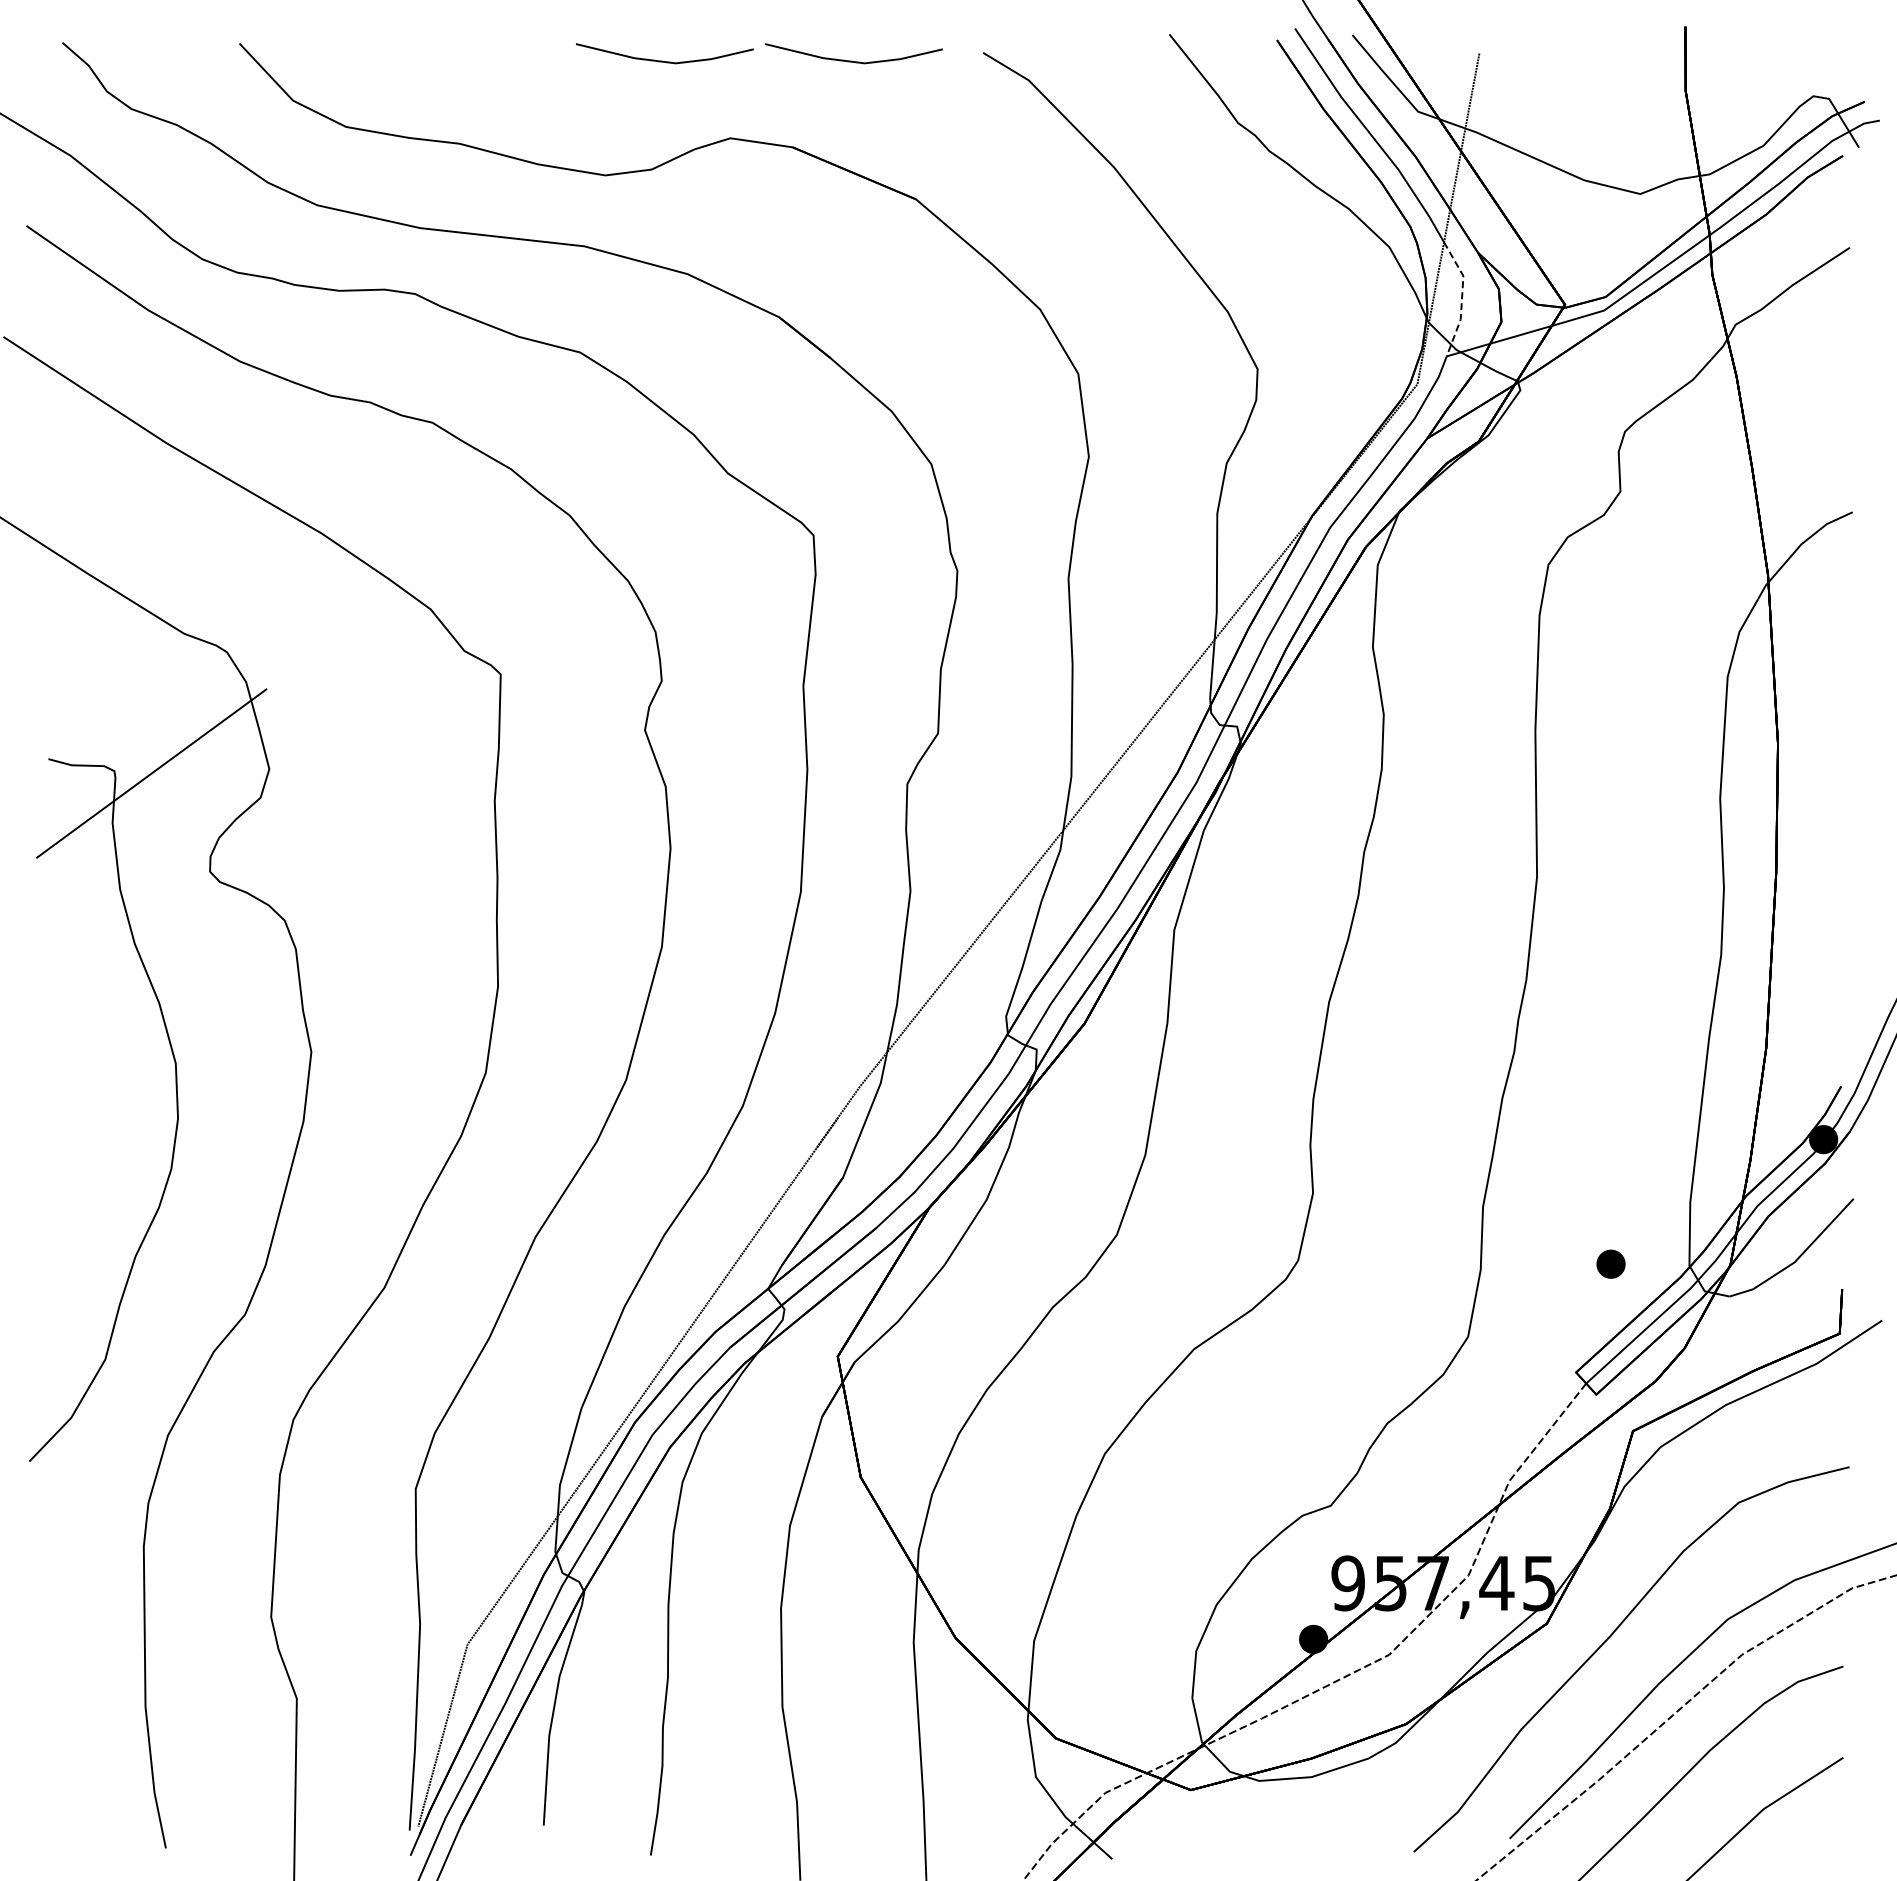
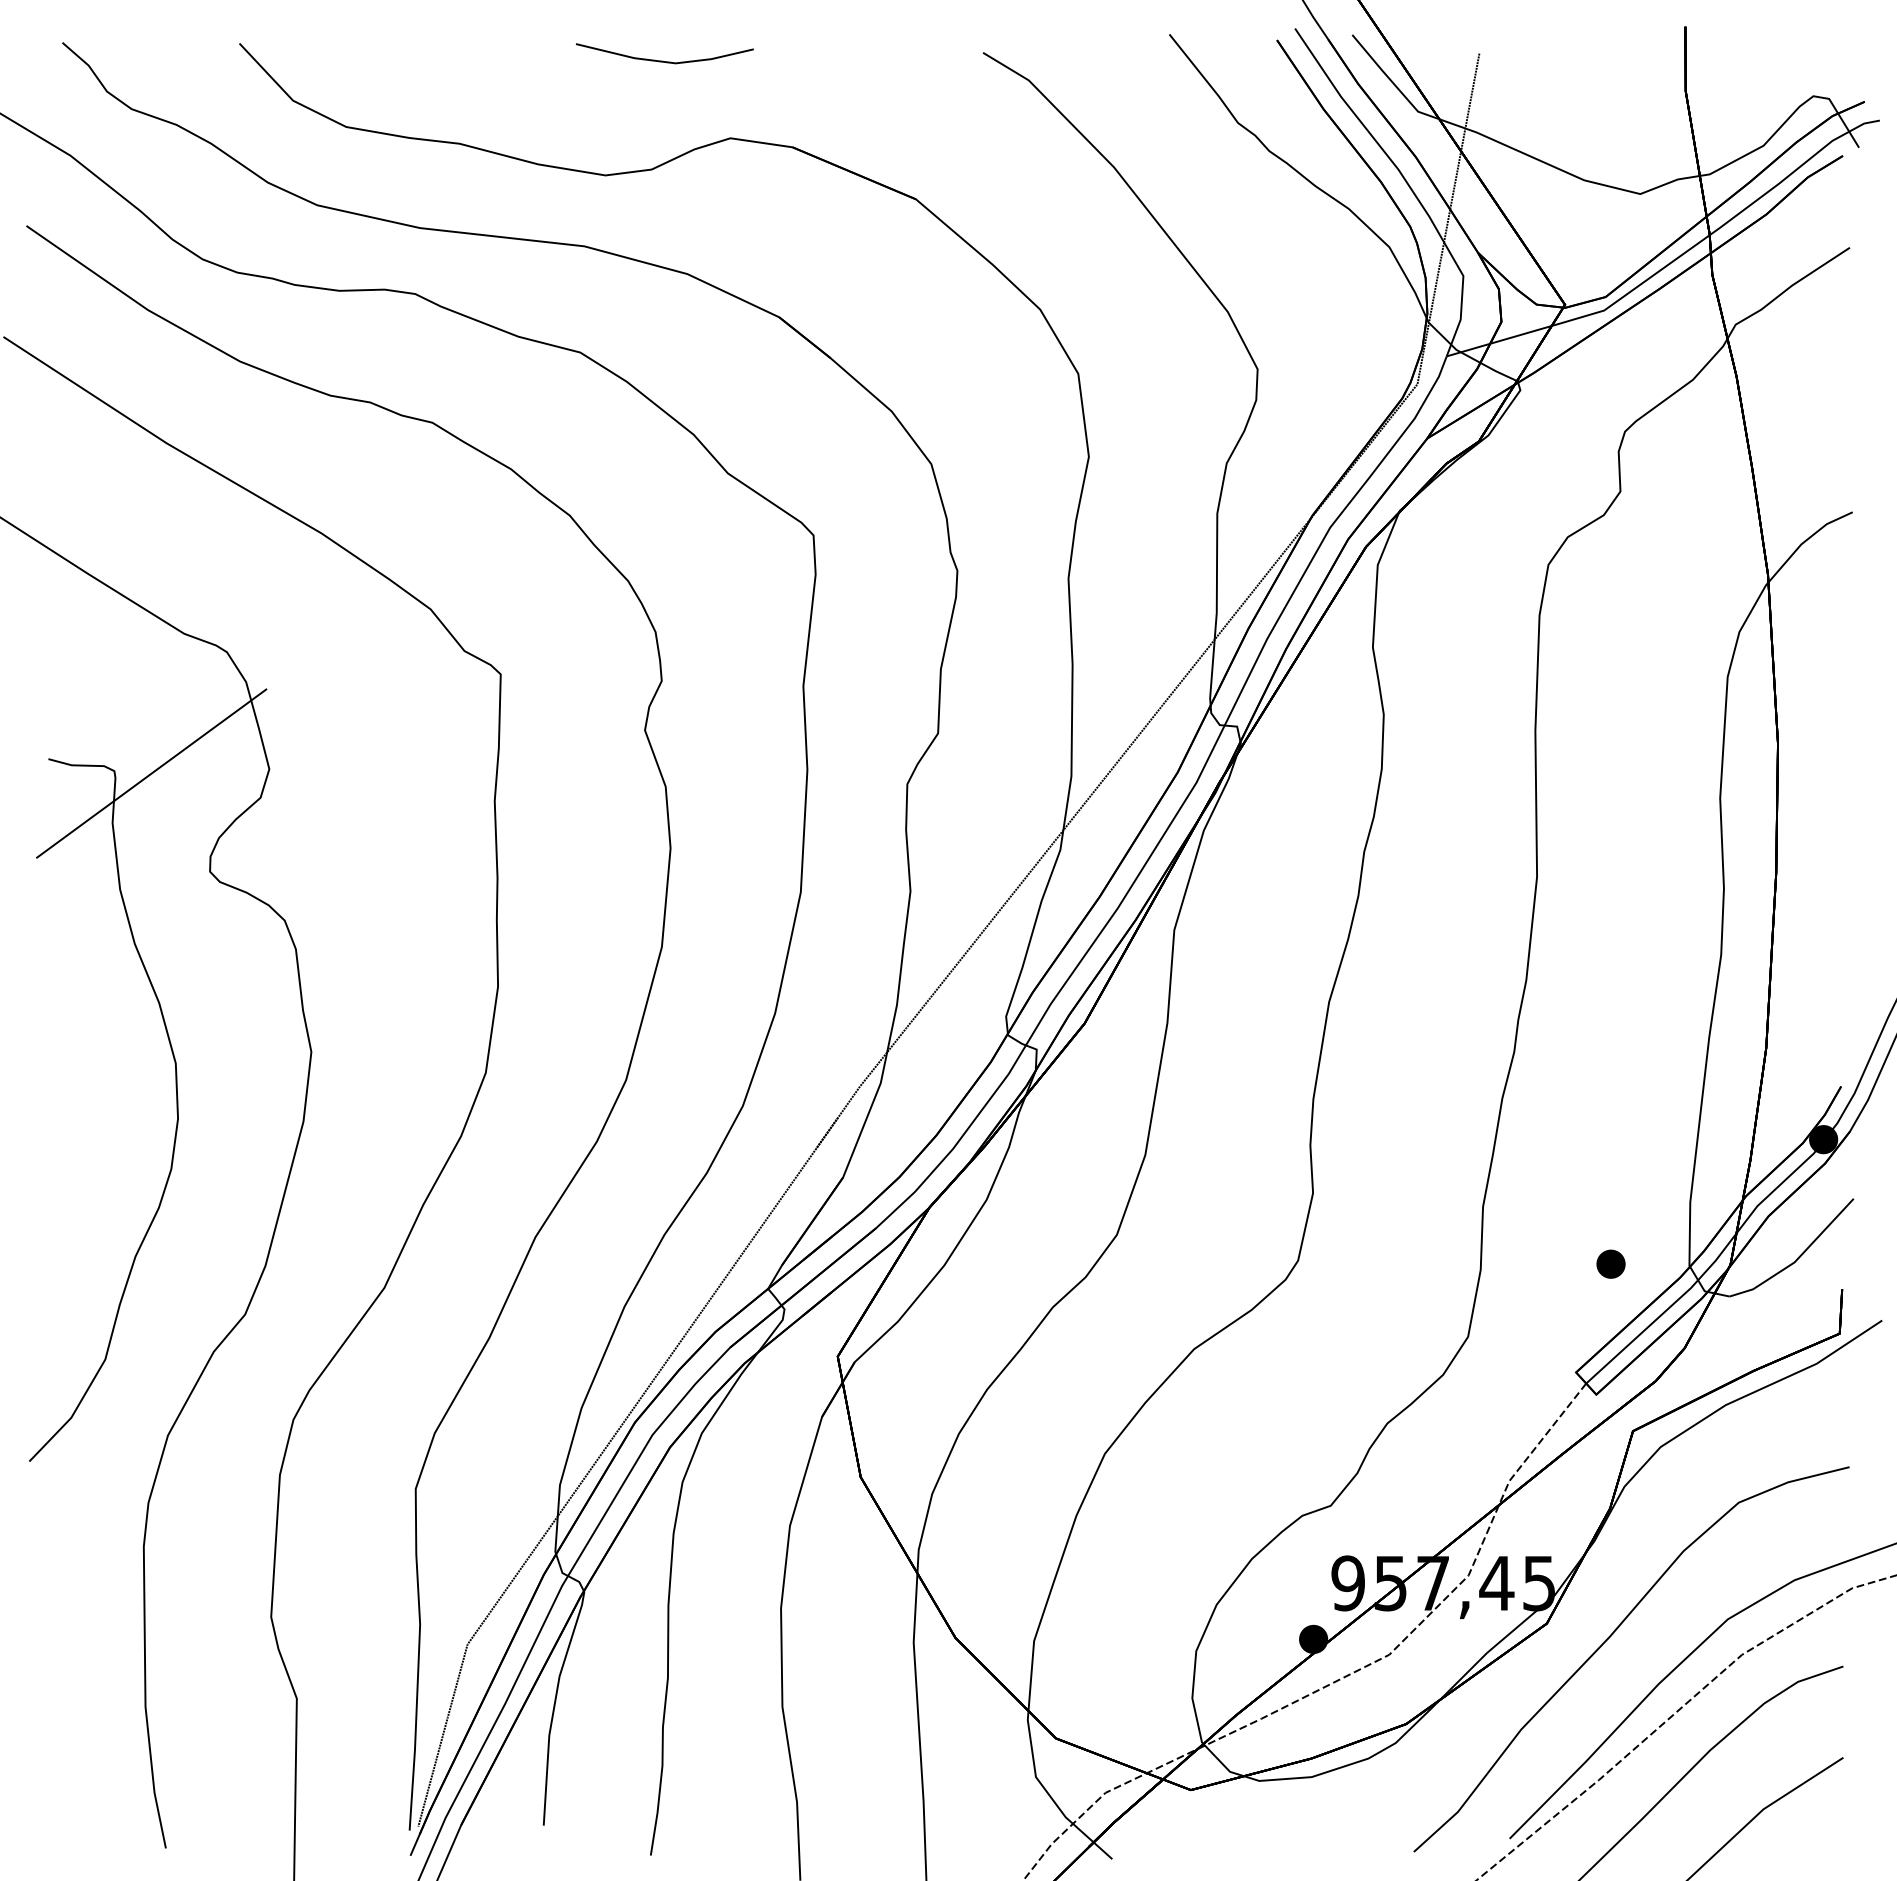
line at (852, 60): present -> none
line at (1462, 298): dashed -> solid
